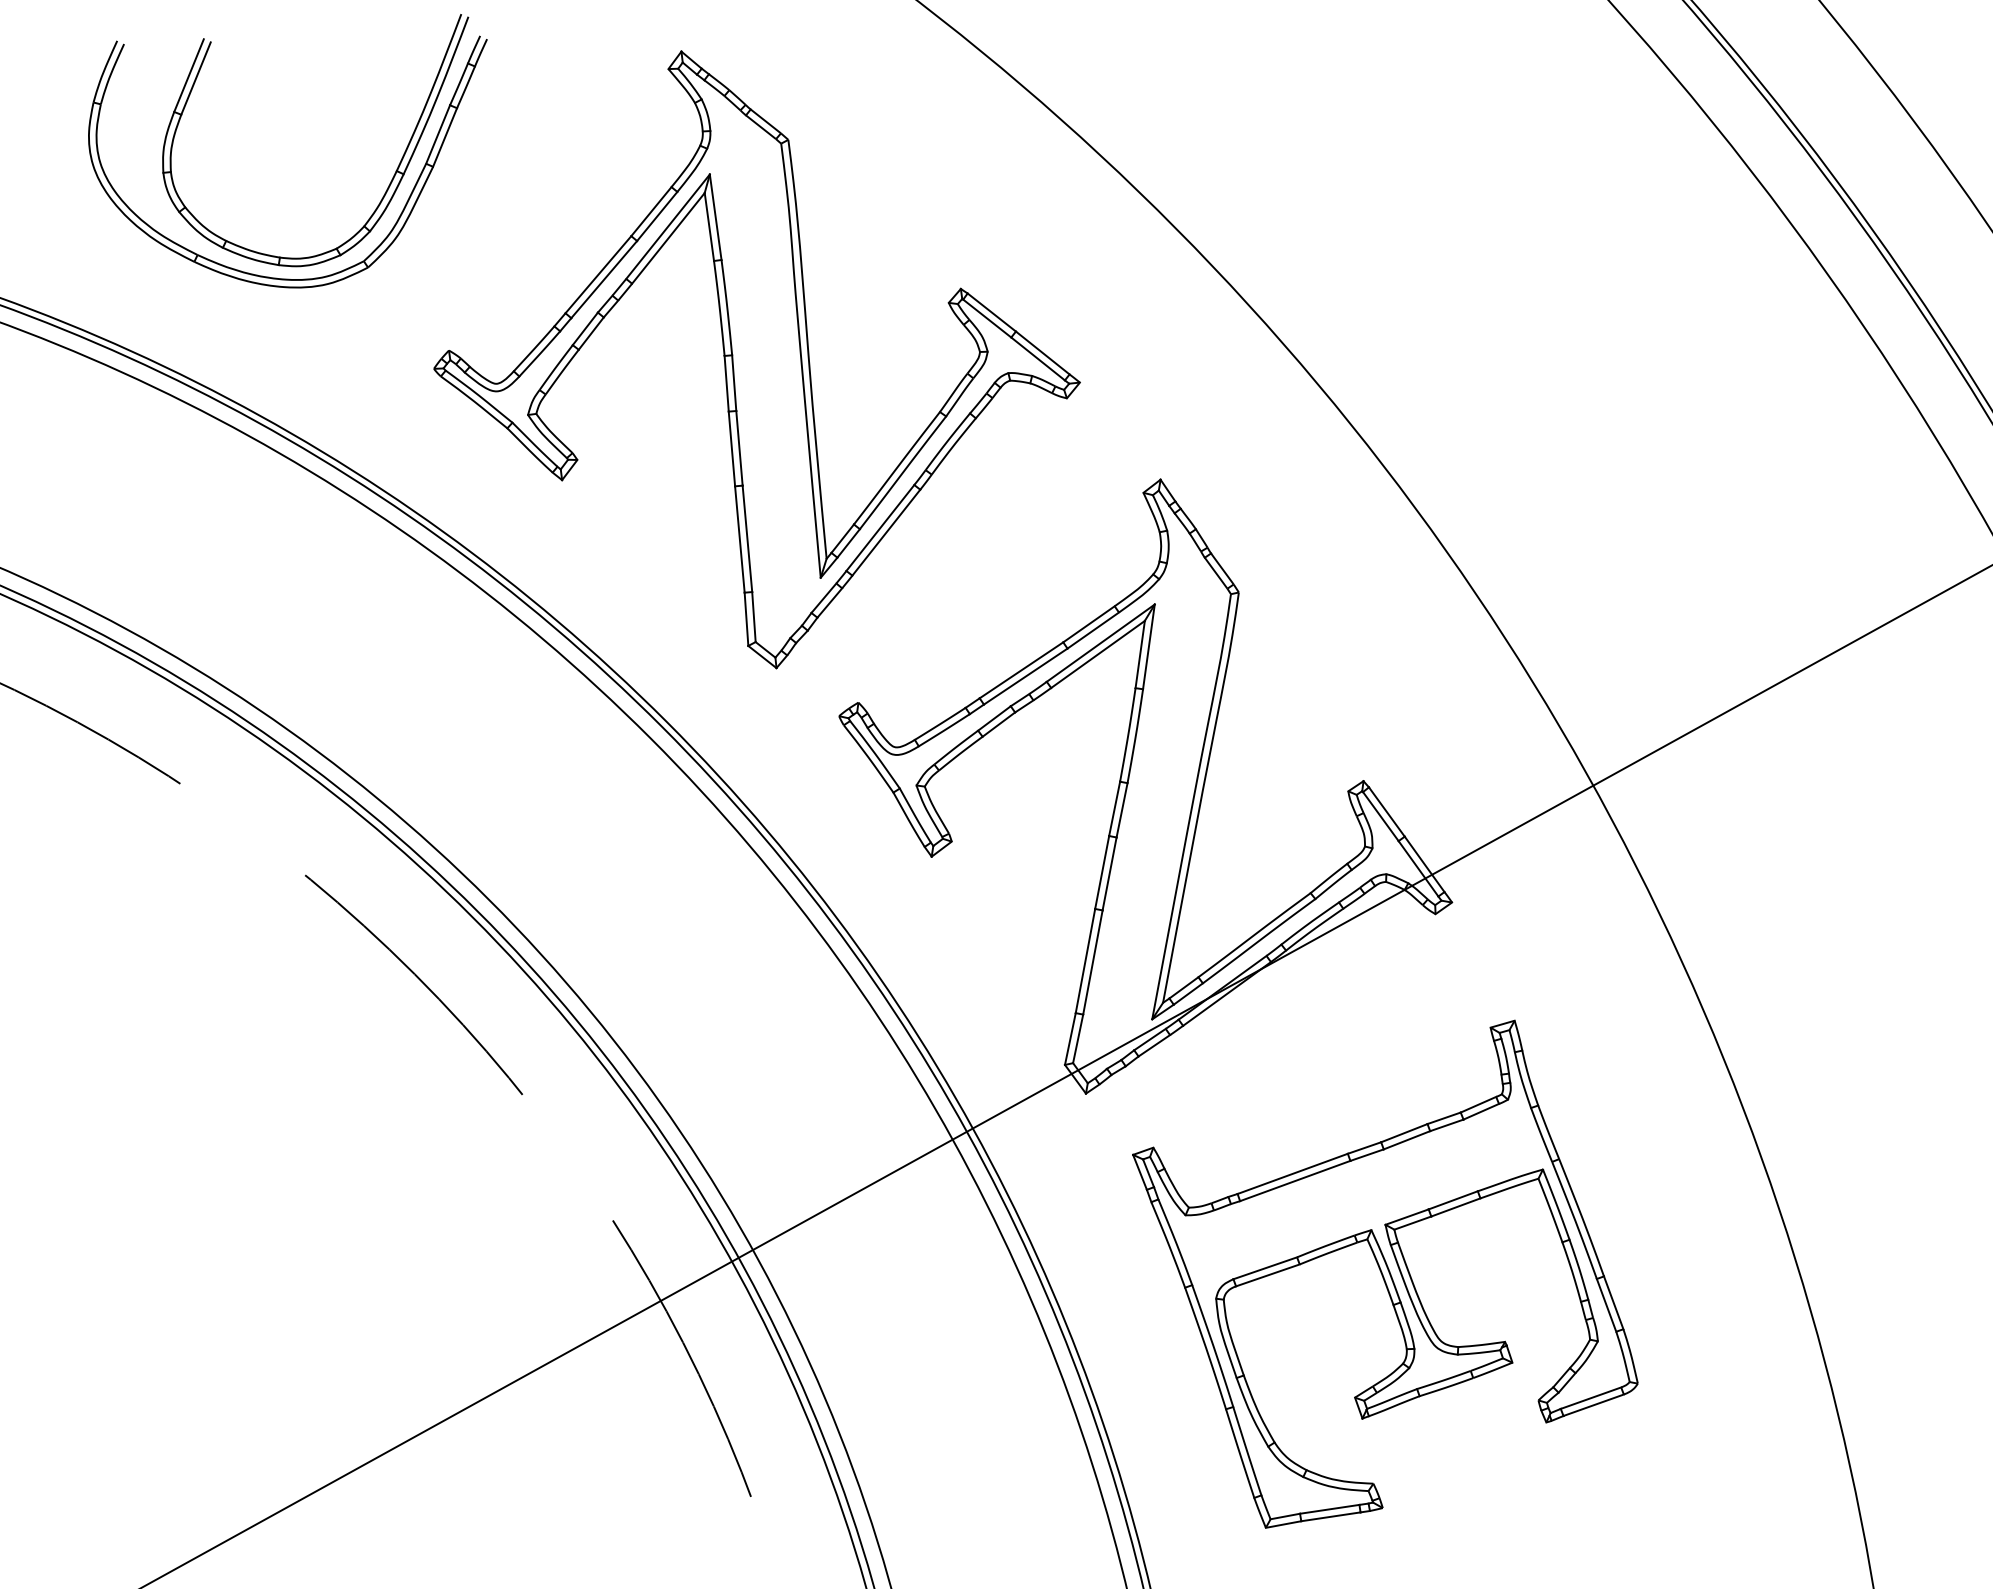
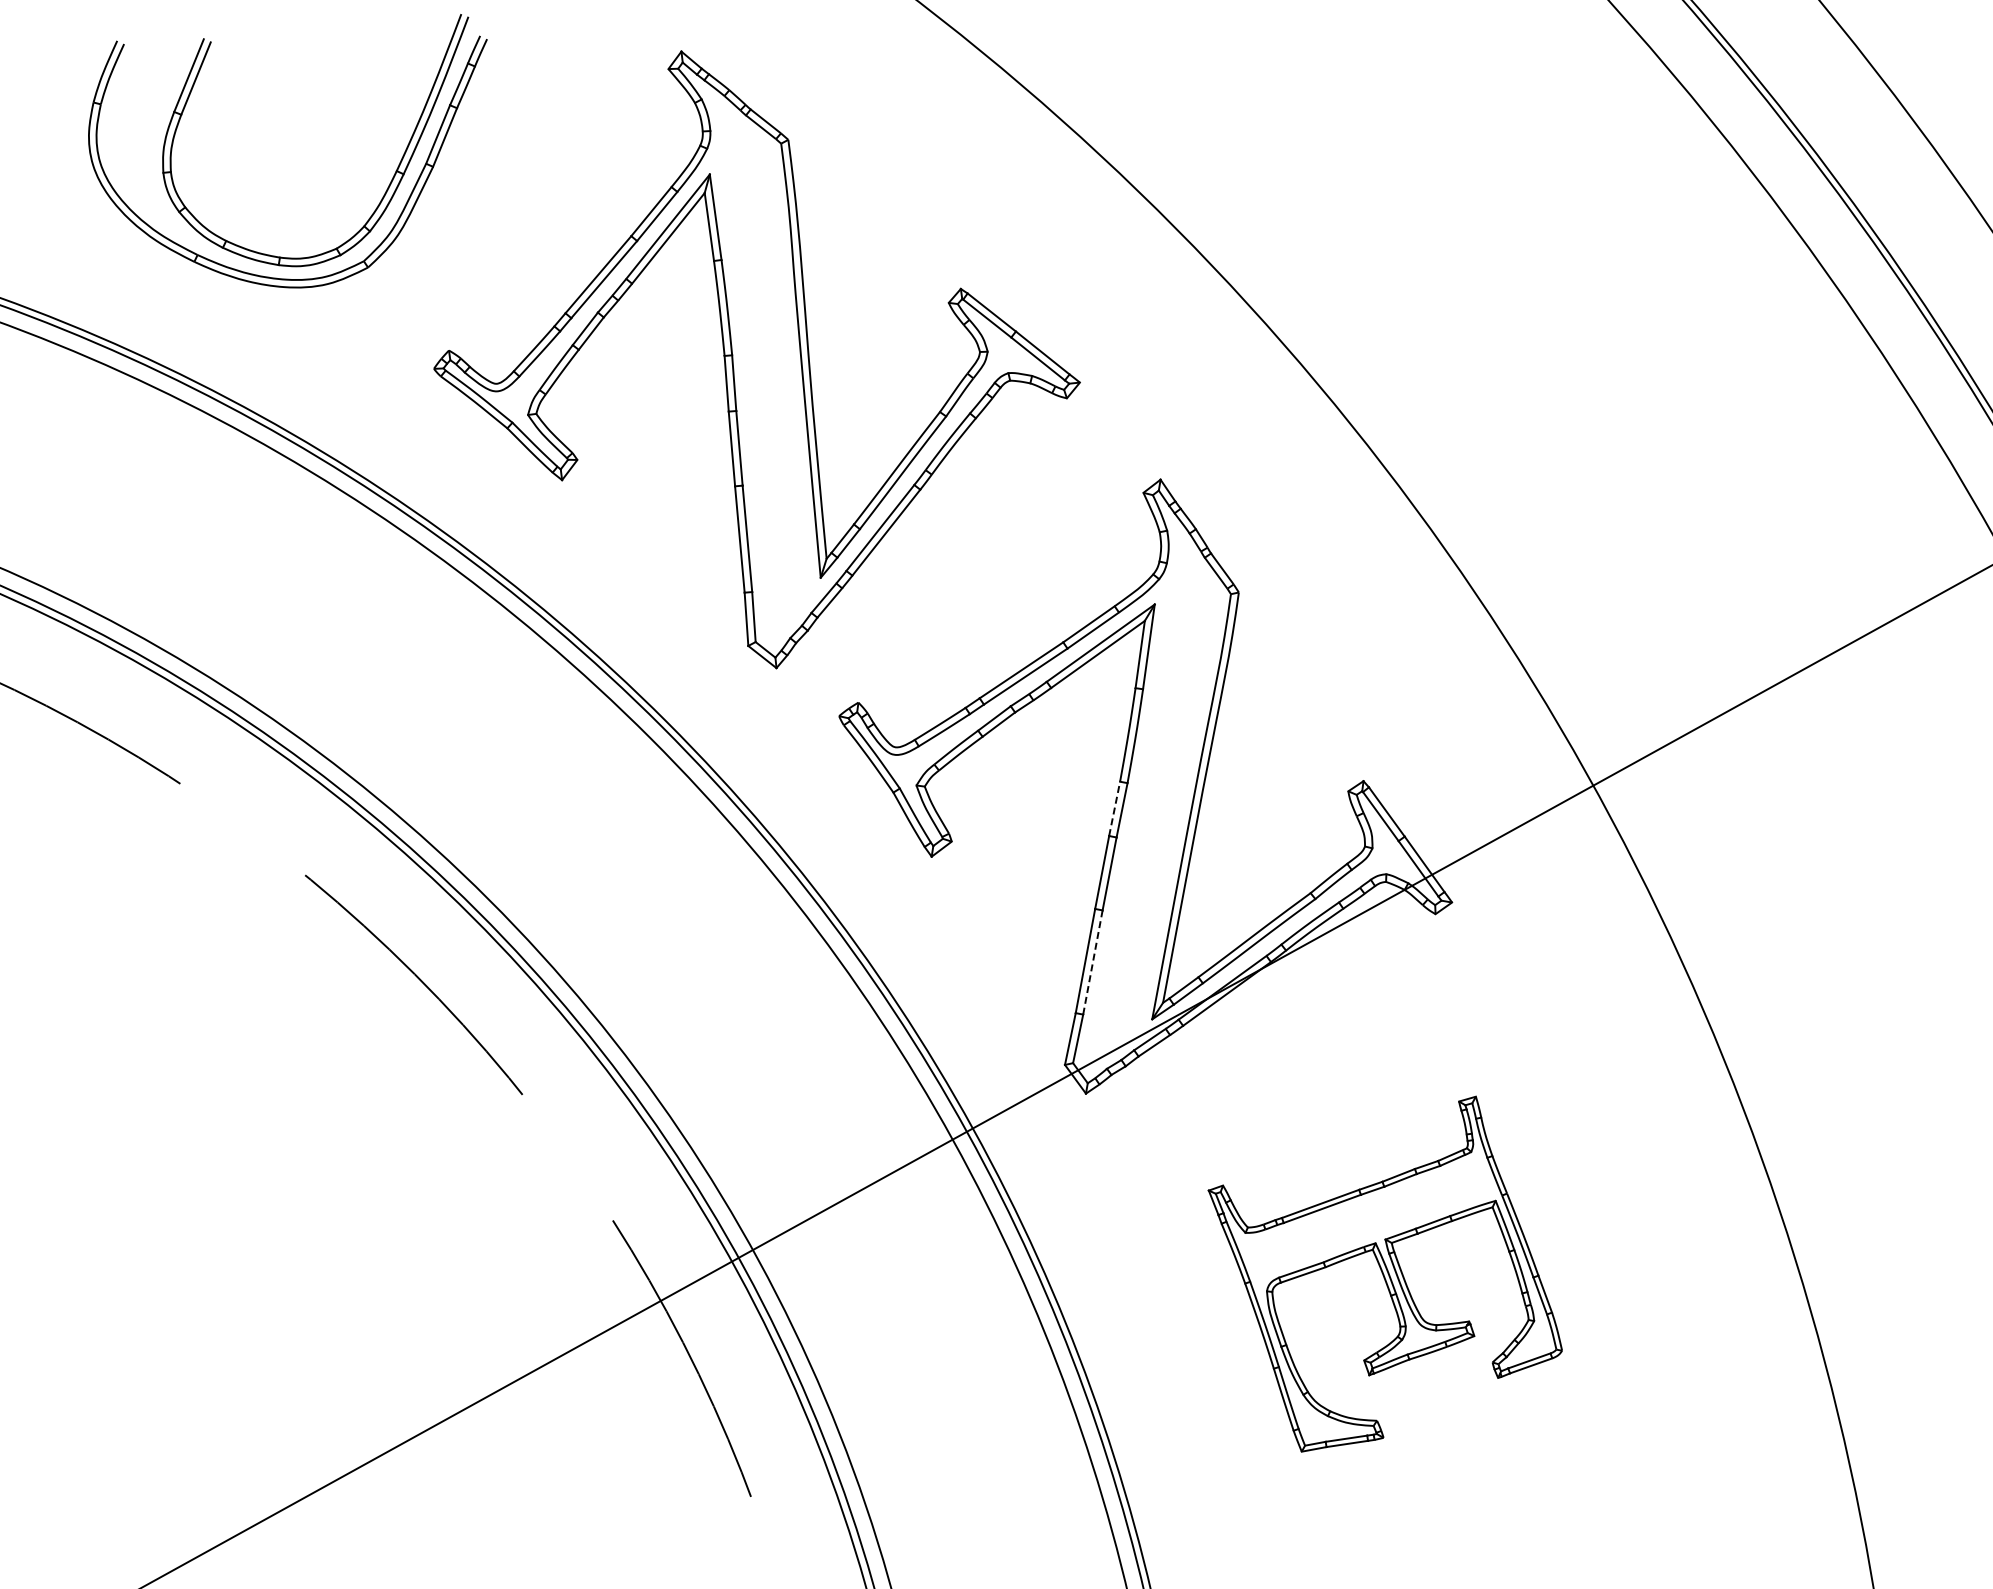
line at (1114, 808): solid -> dashed
line at (1093, 962): solid -> dashed
part at (1385, 1273) size: 507x510 px -> 356x358 px
